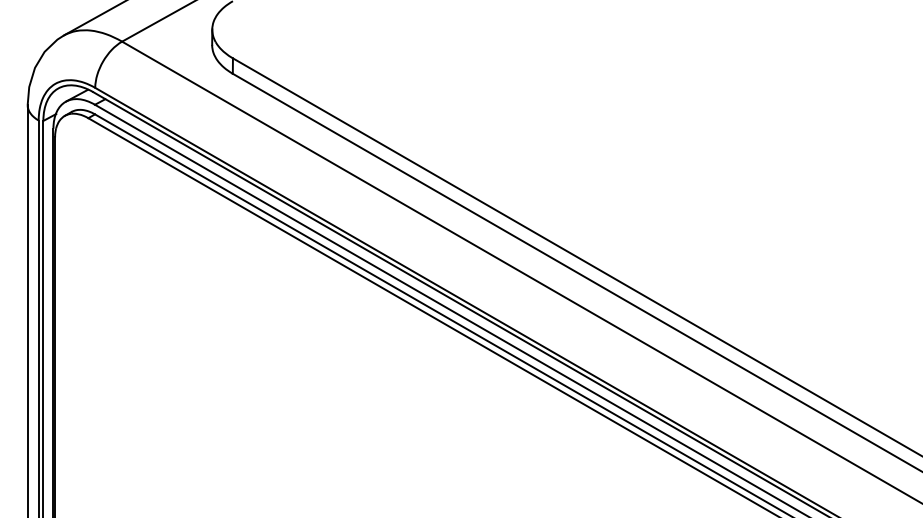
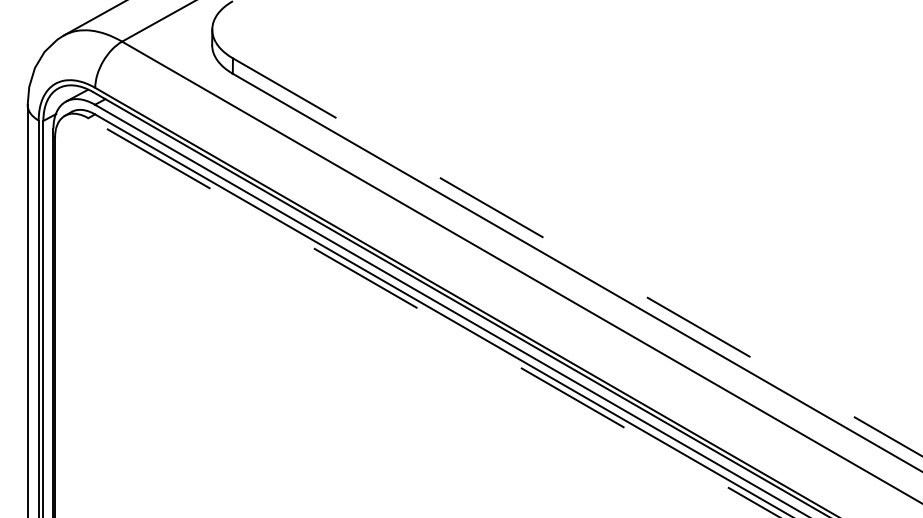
line at (577, 257): solid -> dashed
line at (434, 318): solid -> dashed
